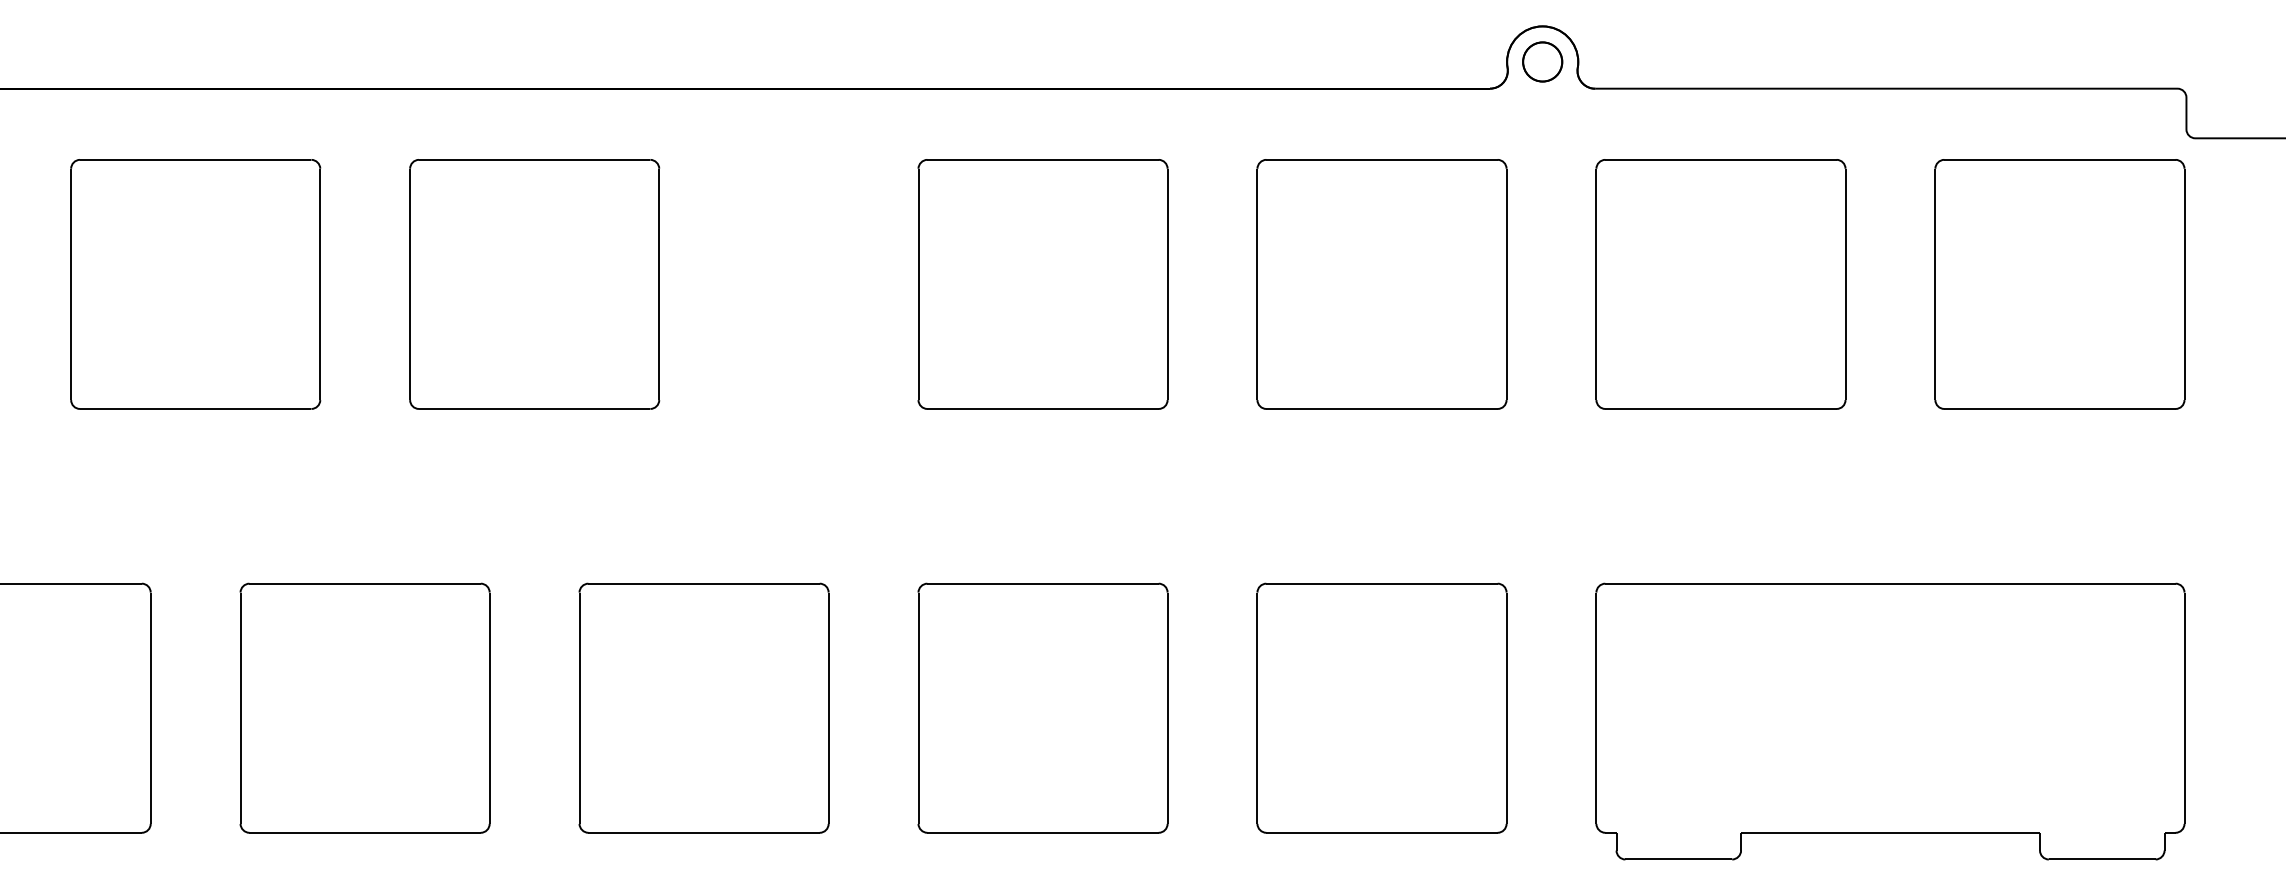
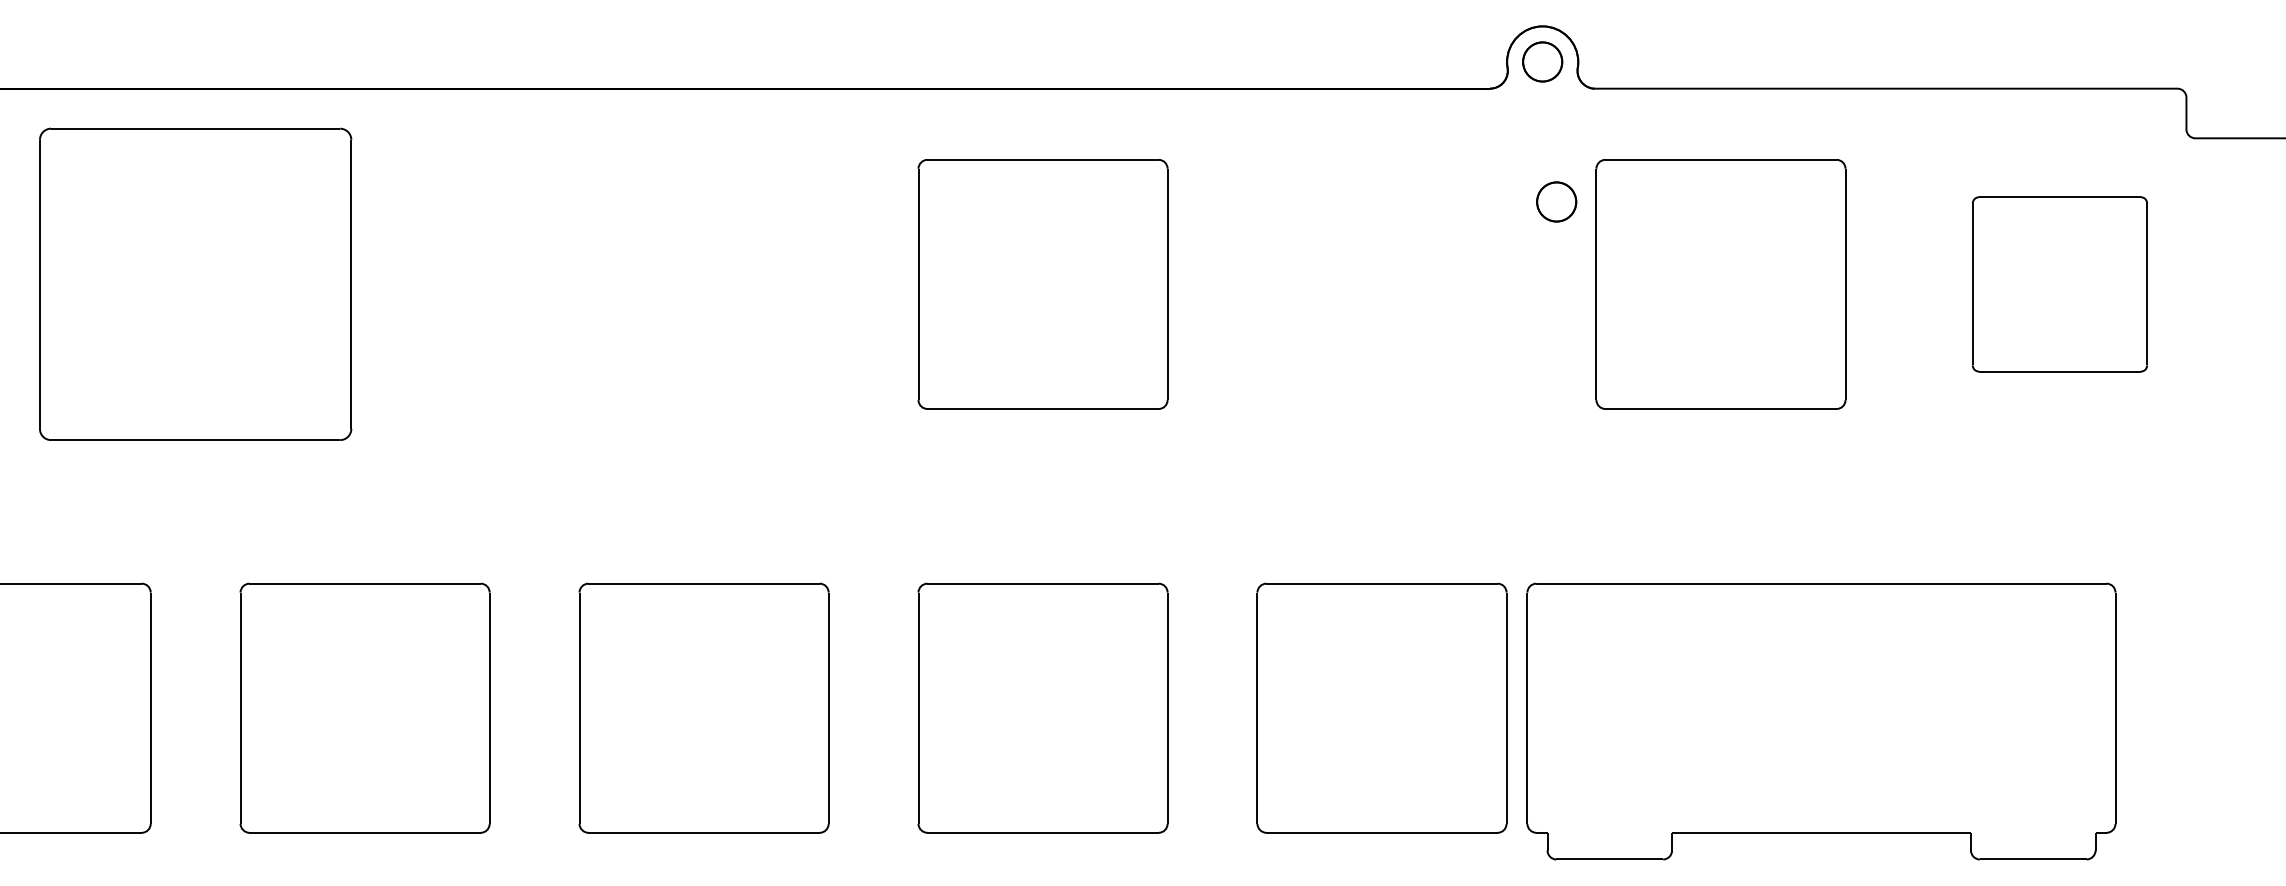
part at (1556, 201): none -> present
part at (195, 284) size: 252x251 px -> 314x314 px
part at (534, 284): present -> none
part at (1381, 284): present -> none
part at (2059, 284) size: 252x251 px -> 176x177 px
part at (1890, 721) position: (1890, 721) -> (1821, 721)
